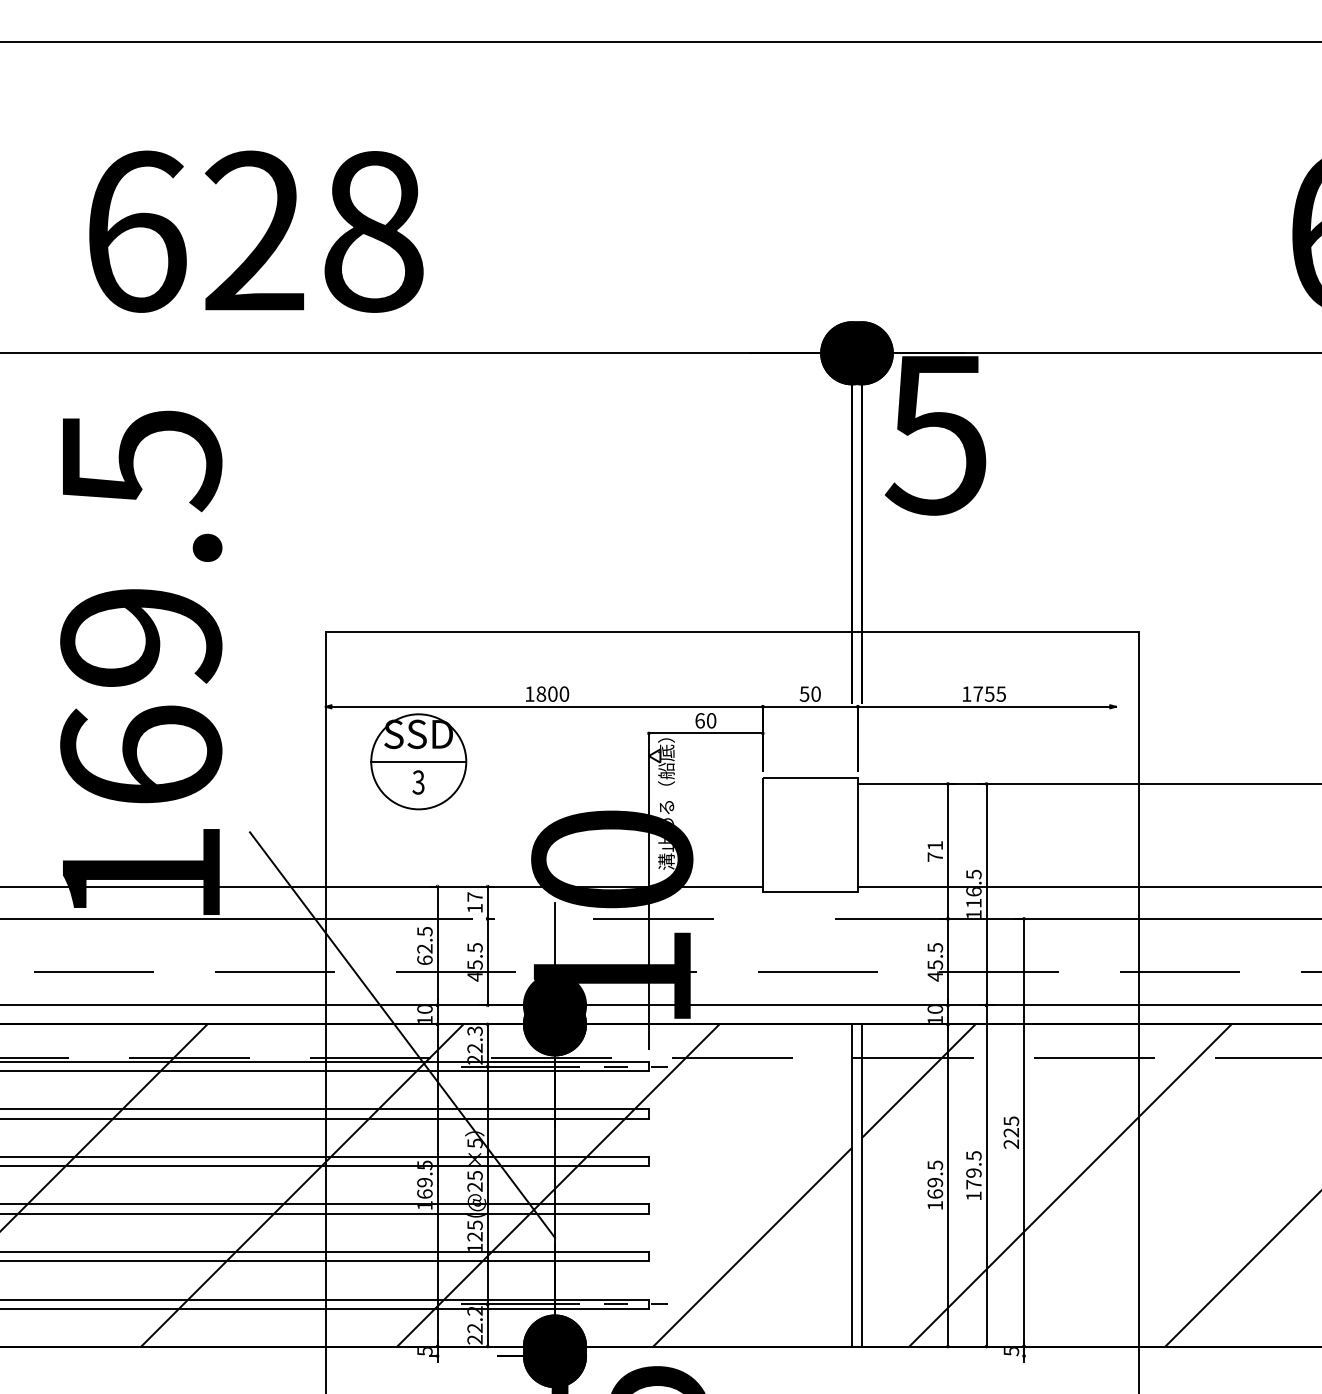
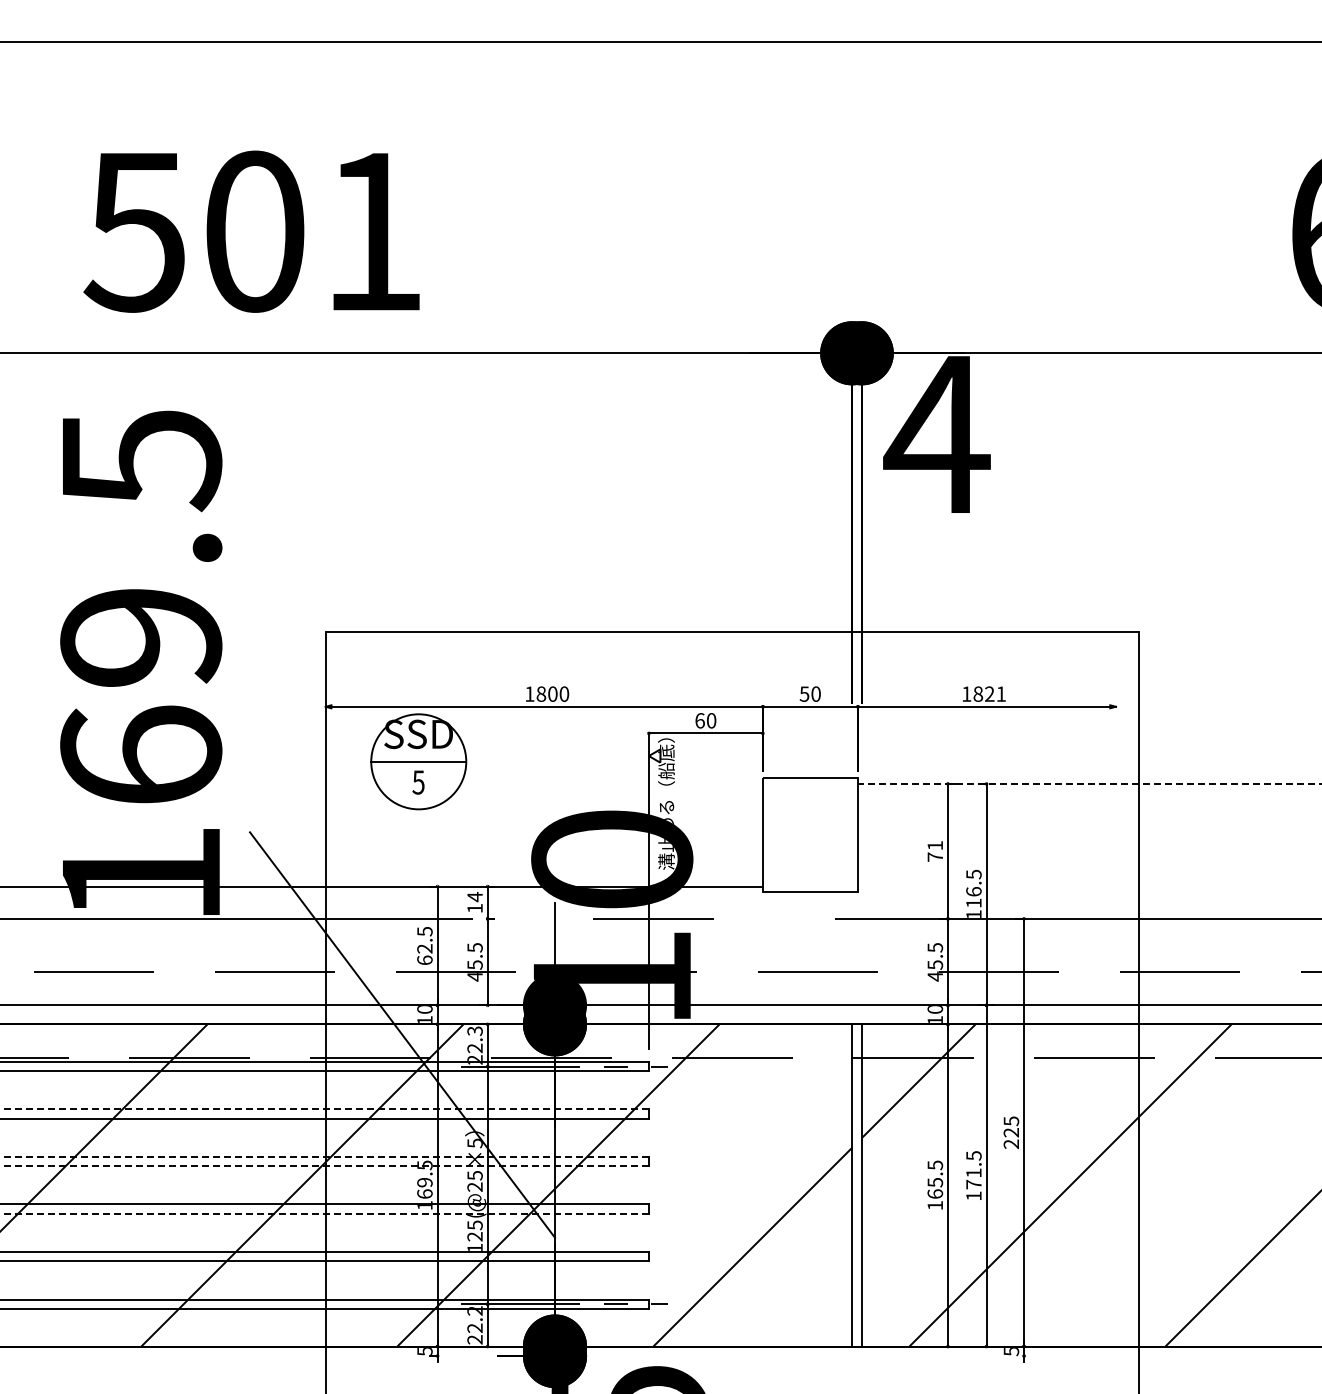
text at (253, 231): 628 -> 501
text at (936, 435): 5 -> 4
text at (989, 693): 1755 -> 1821
text at (418, 782): 3 -> 5
line at (1089, 783): solid -> dashed
line at (1087, 886): present -> none
text at (474, 896): 17 -> 14
line at (323, 1109): solid -> dashed
line at (323, 1156): solid -> dashed
line at (323, 1166): solid -> dashed
text at (973, 1172): 179.5 -> 171.5
text at (934, 1182): 169.5 -> 165.5
line at (323, 1213): solid -> dashed
